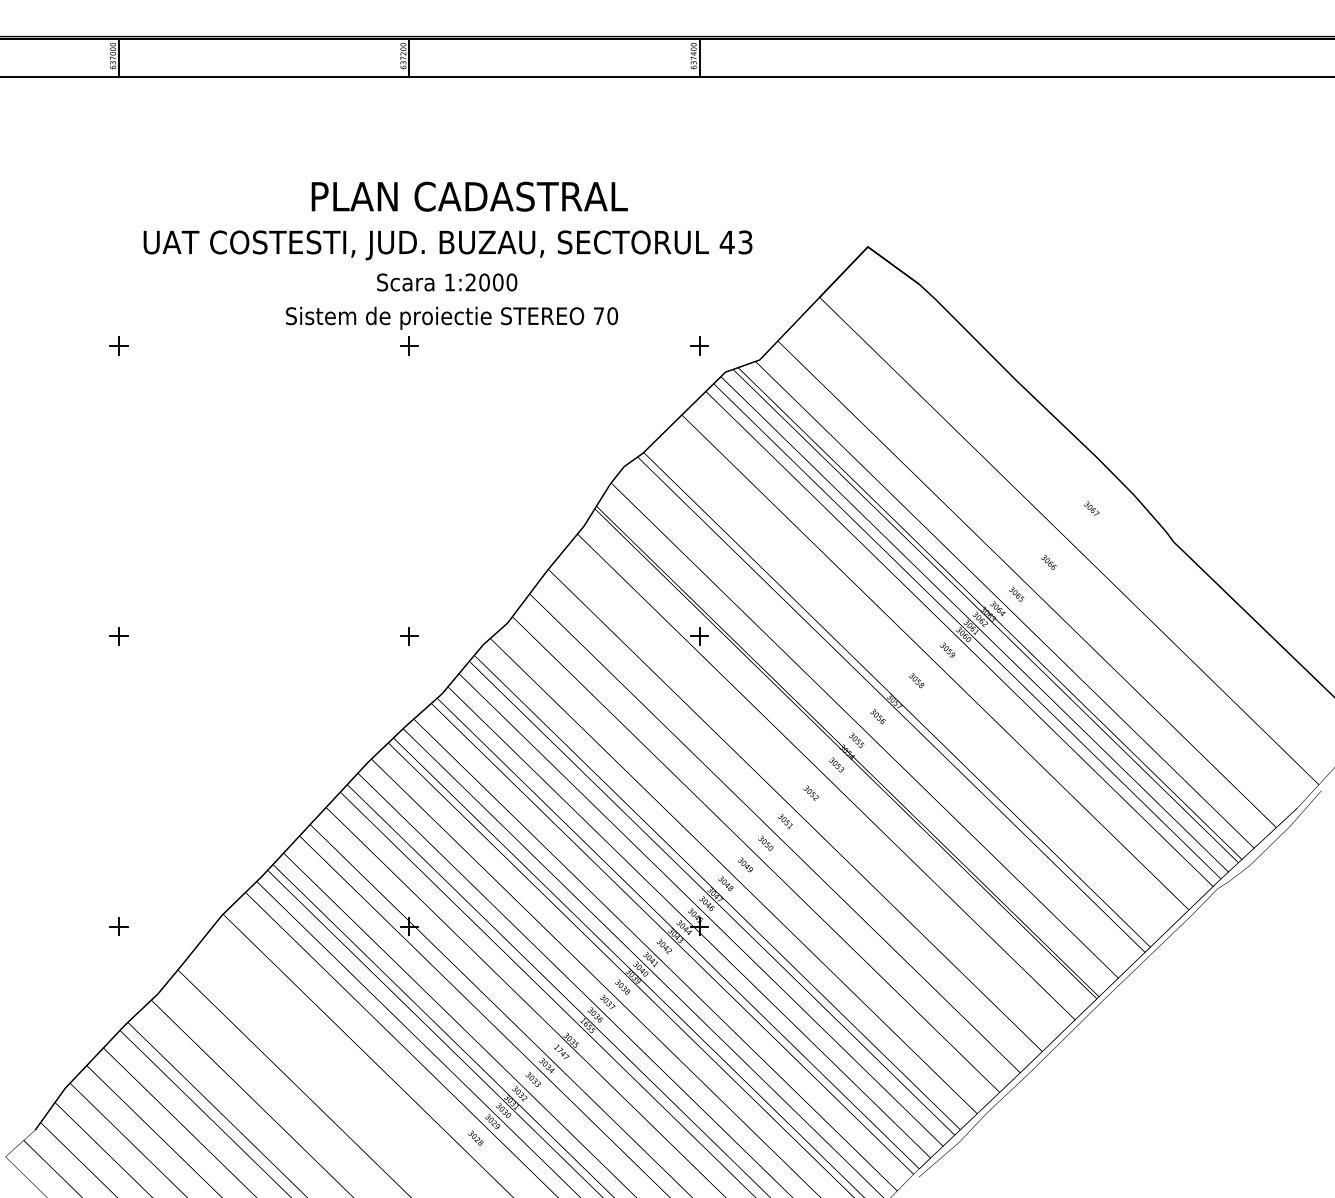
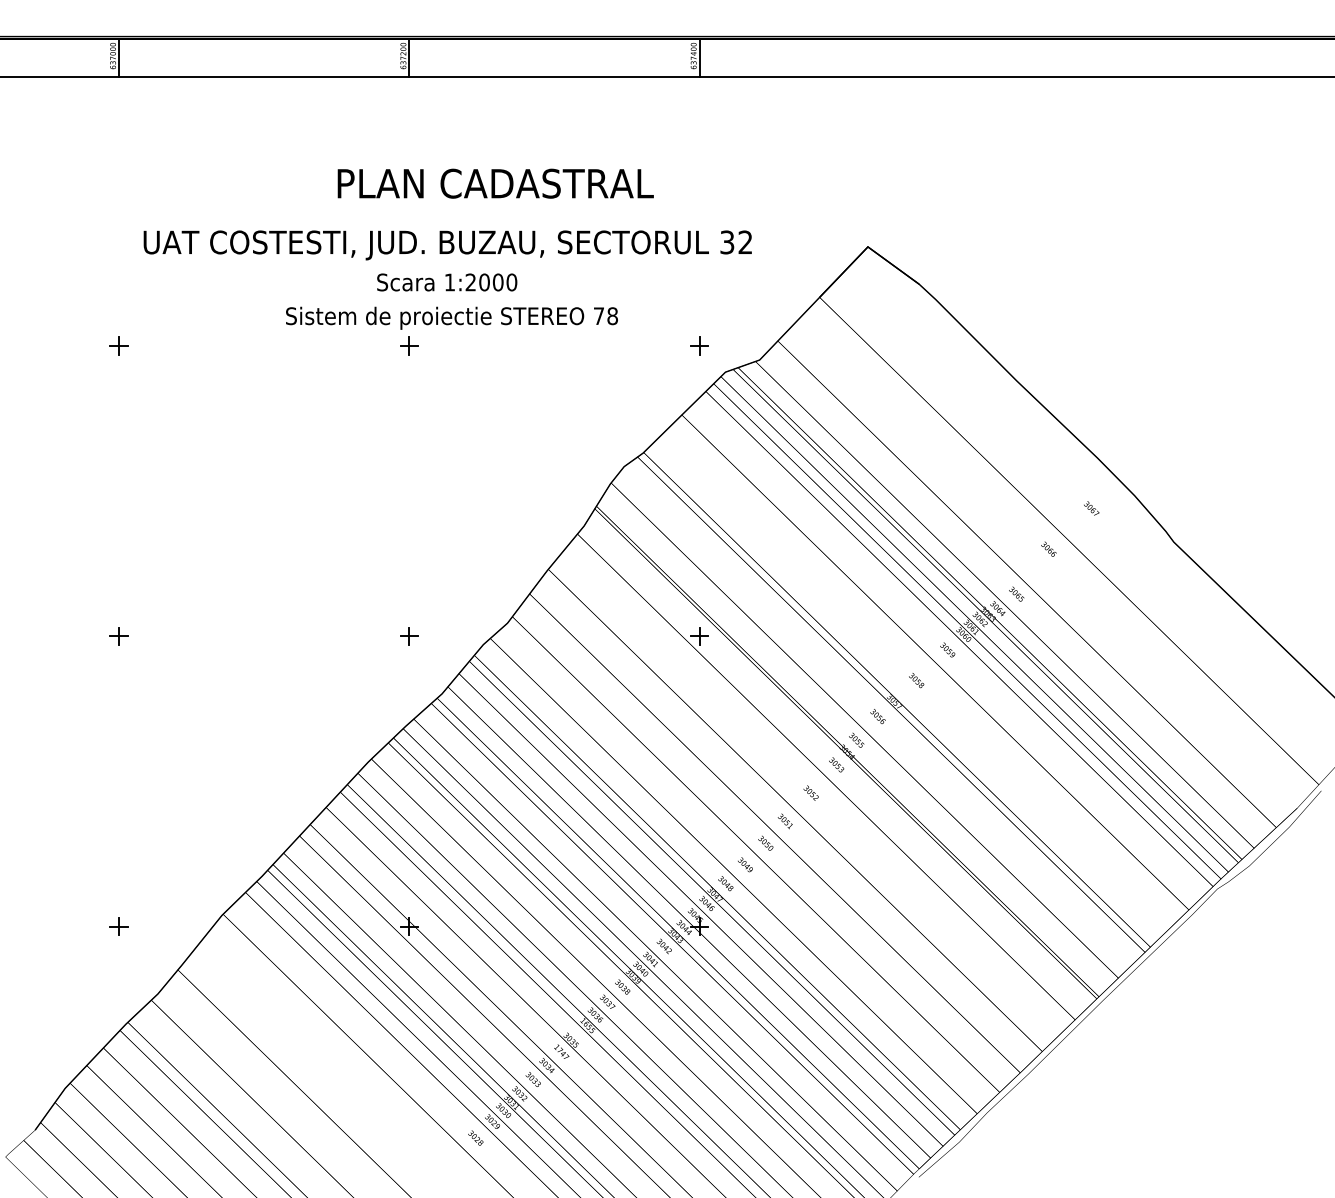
text at (469, 196) position: (469, 196) -> (495, 183)
text at (735, 242): 43 -> 32
text at (612, 315): 70 -> 78
text at (1048, 561) position: (1048, 561) -> (1048, 548)
